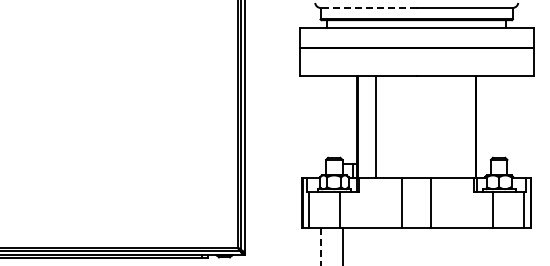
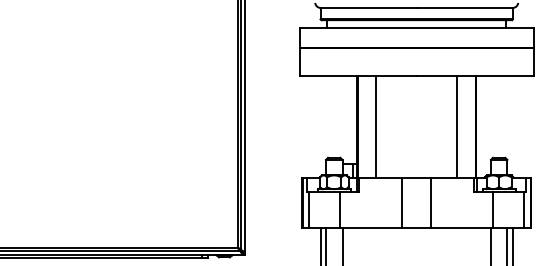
line at (368, 7): dashed -> solid
line at (457, 126): none -> present
line at (326, 244): none -> present
line at (490, 244): none -> present
line at (507, 244): none -> present
line at (512, 244): none -> present
line at (320, 246): dashed -> solid
